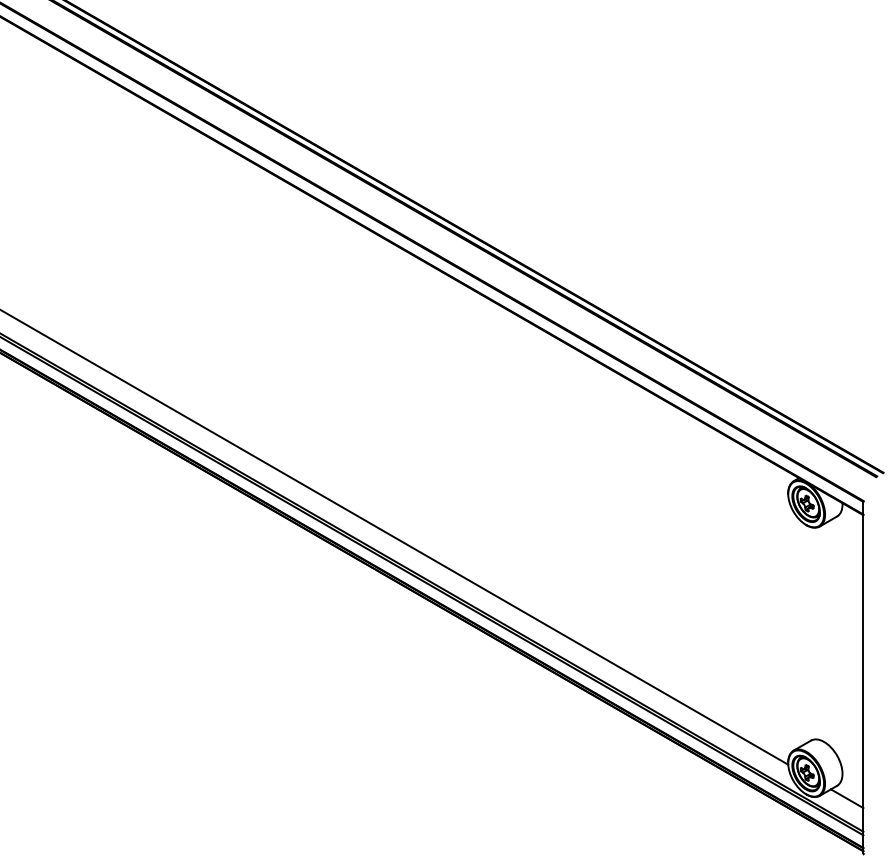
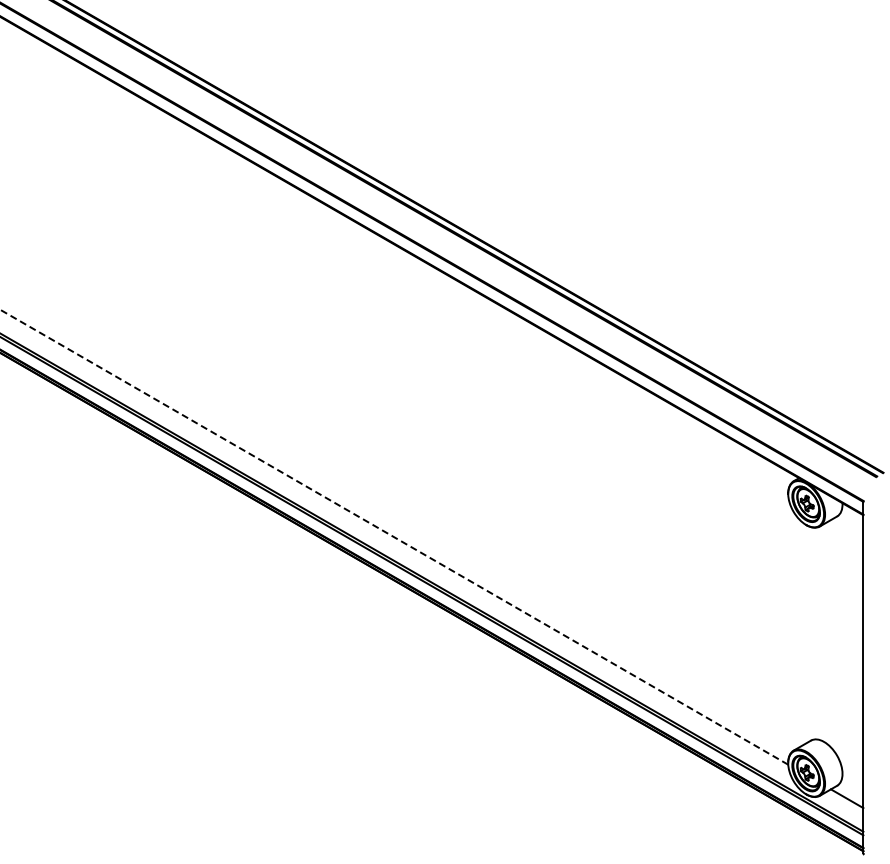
line at (394, 537): solid -> dashed
